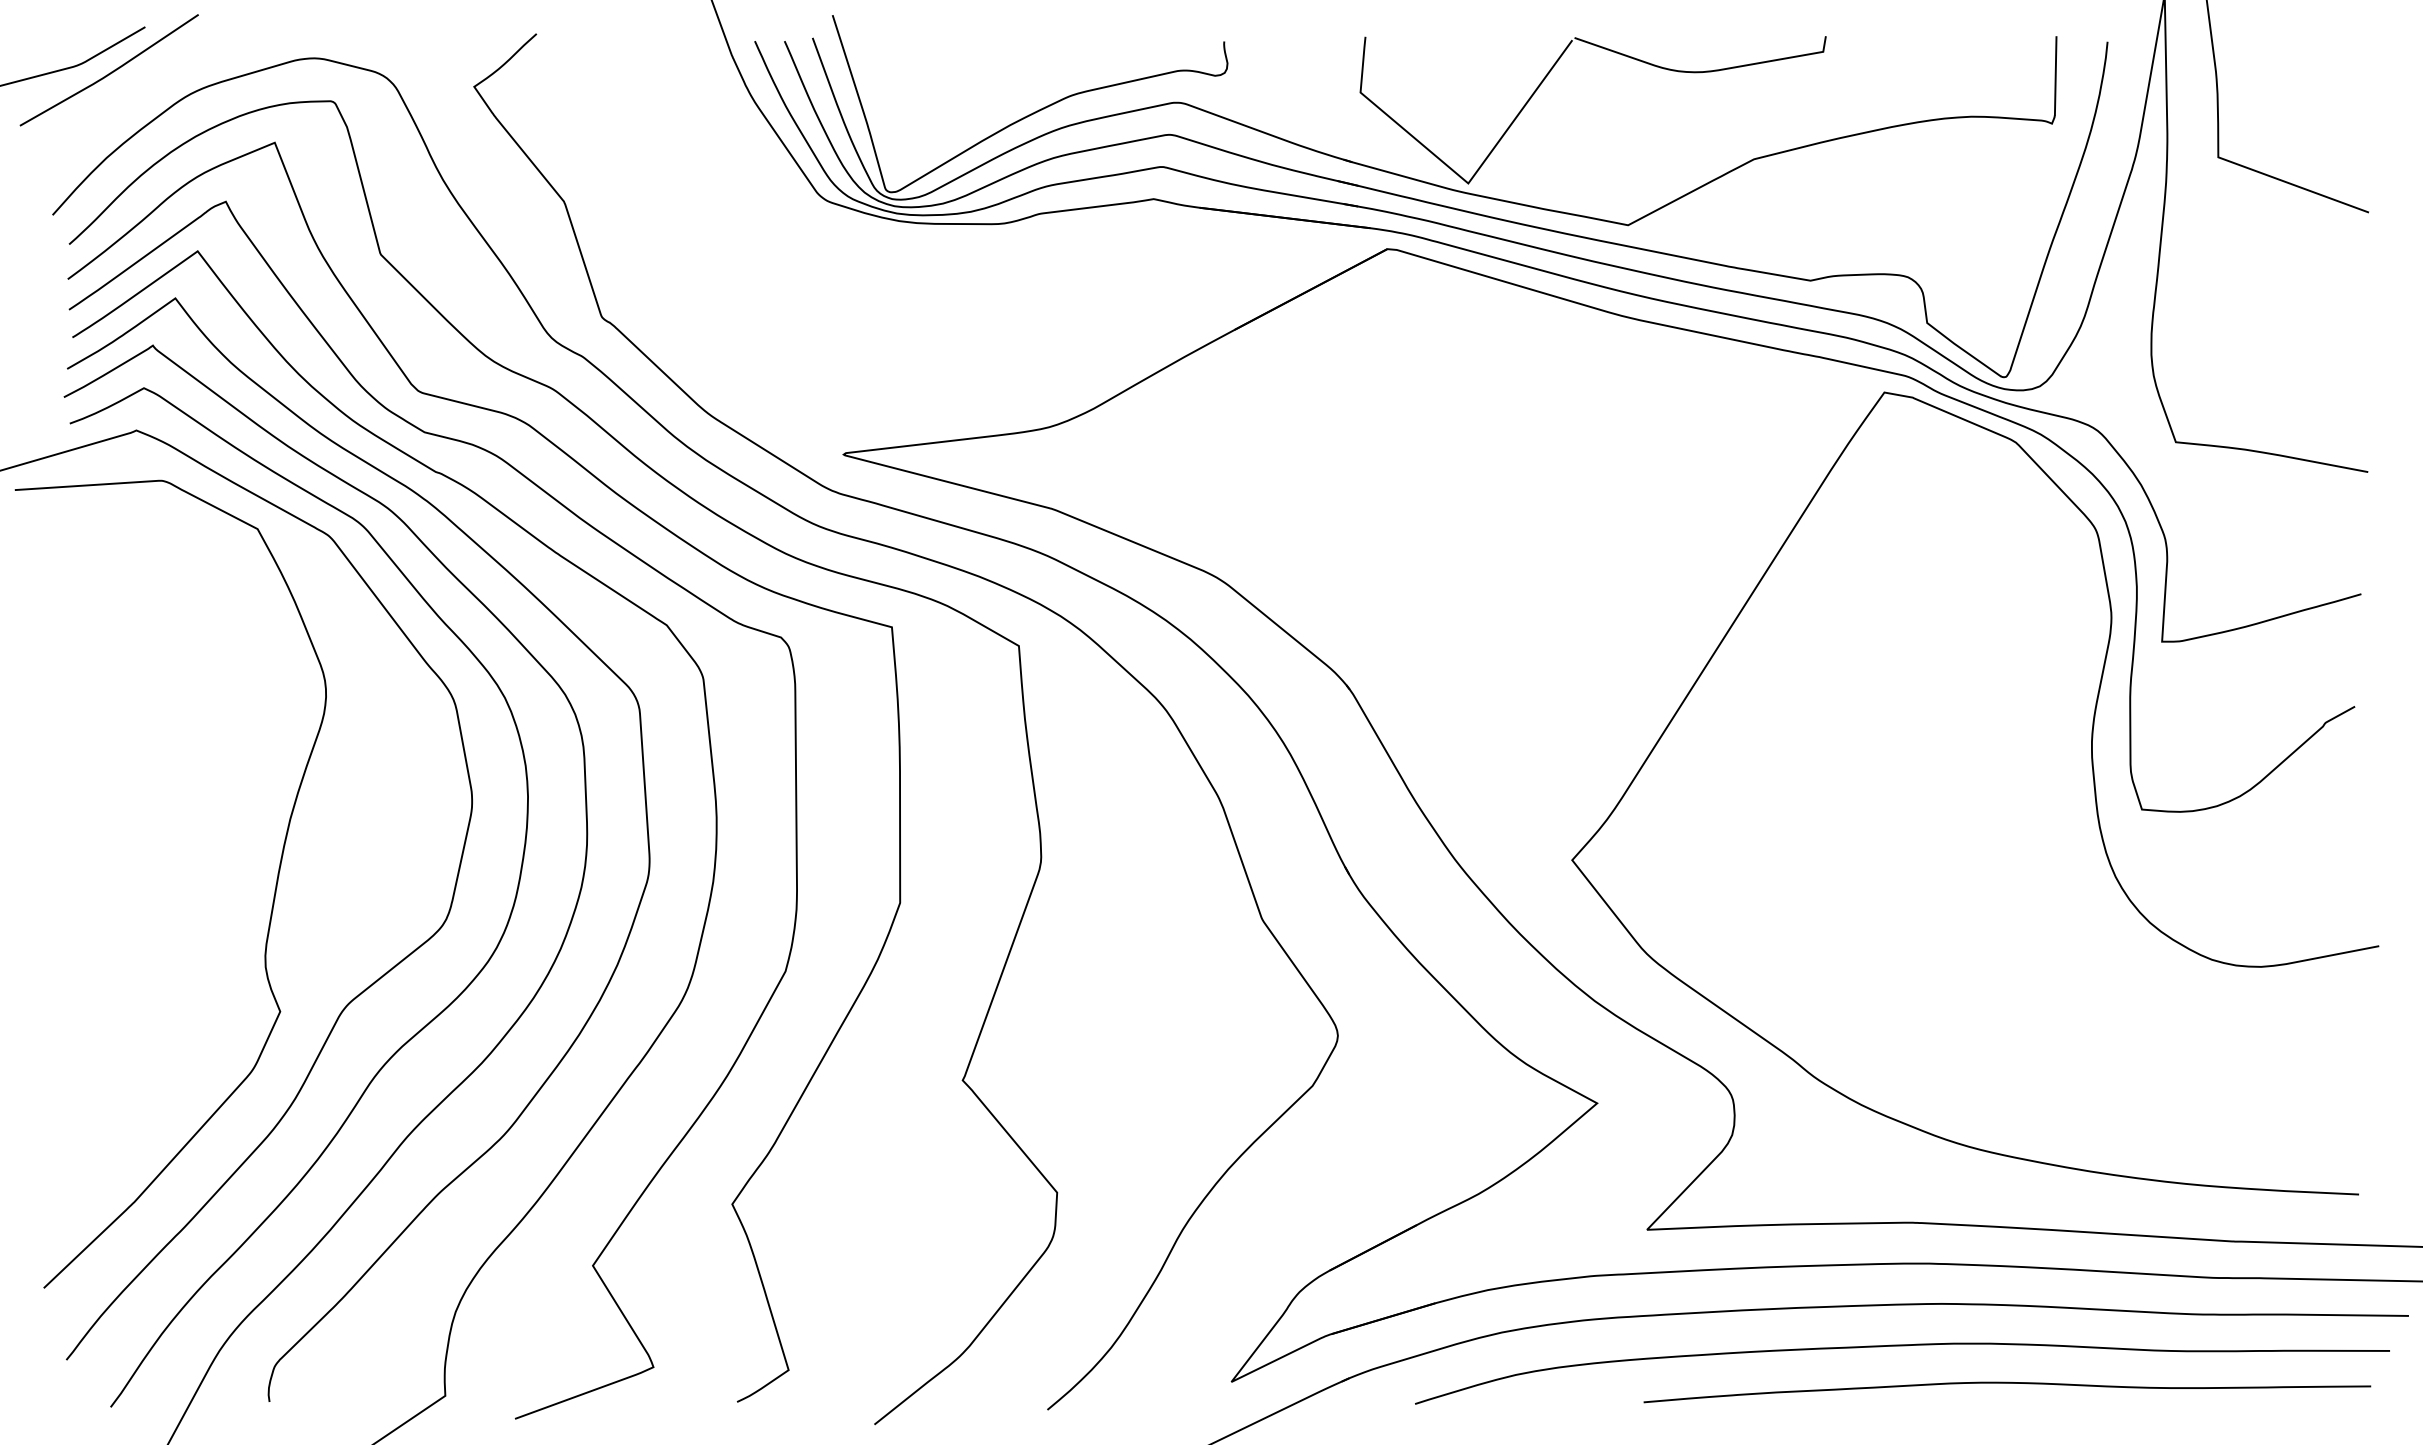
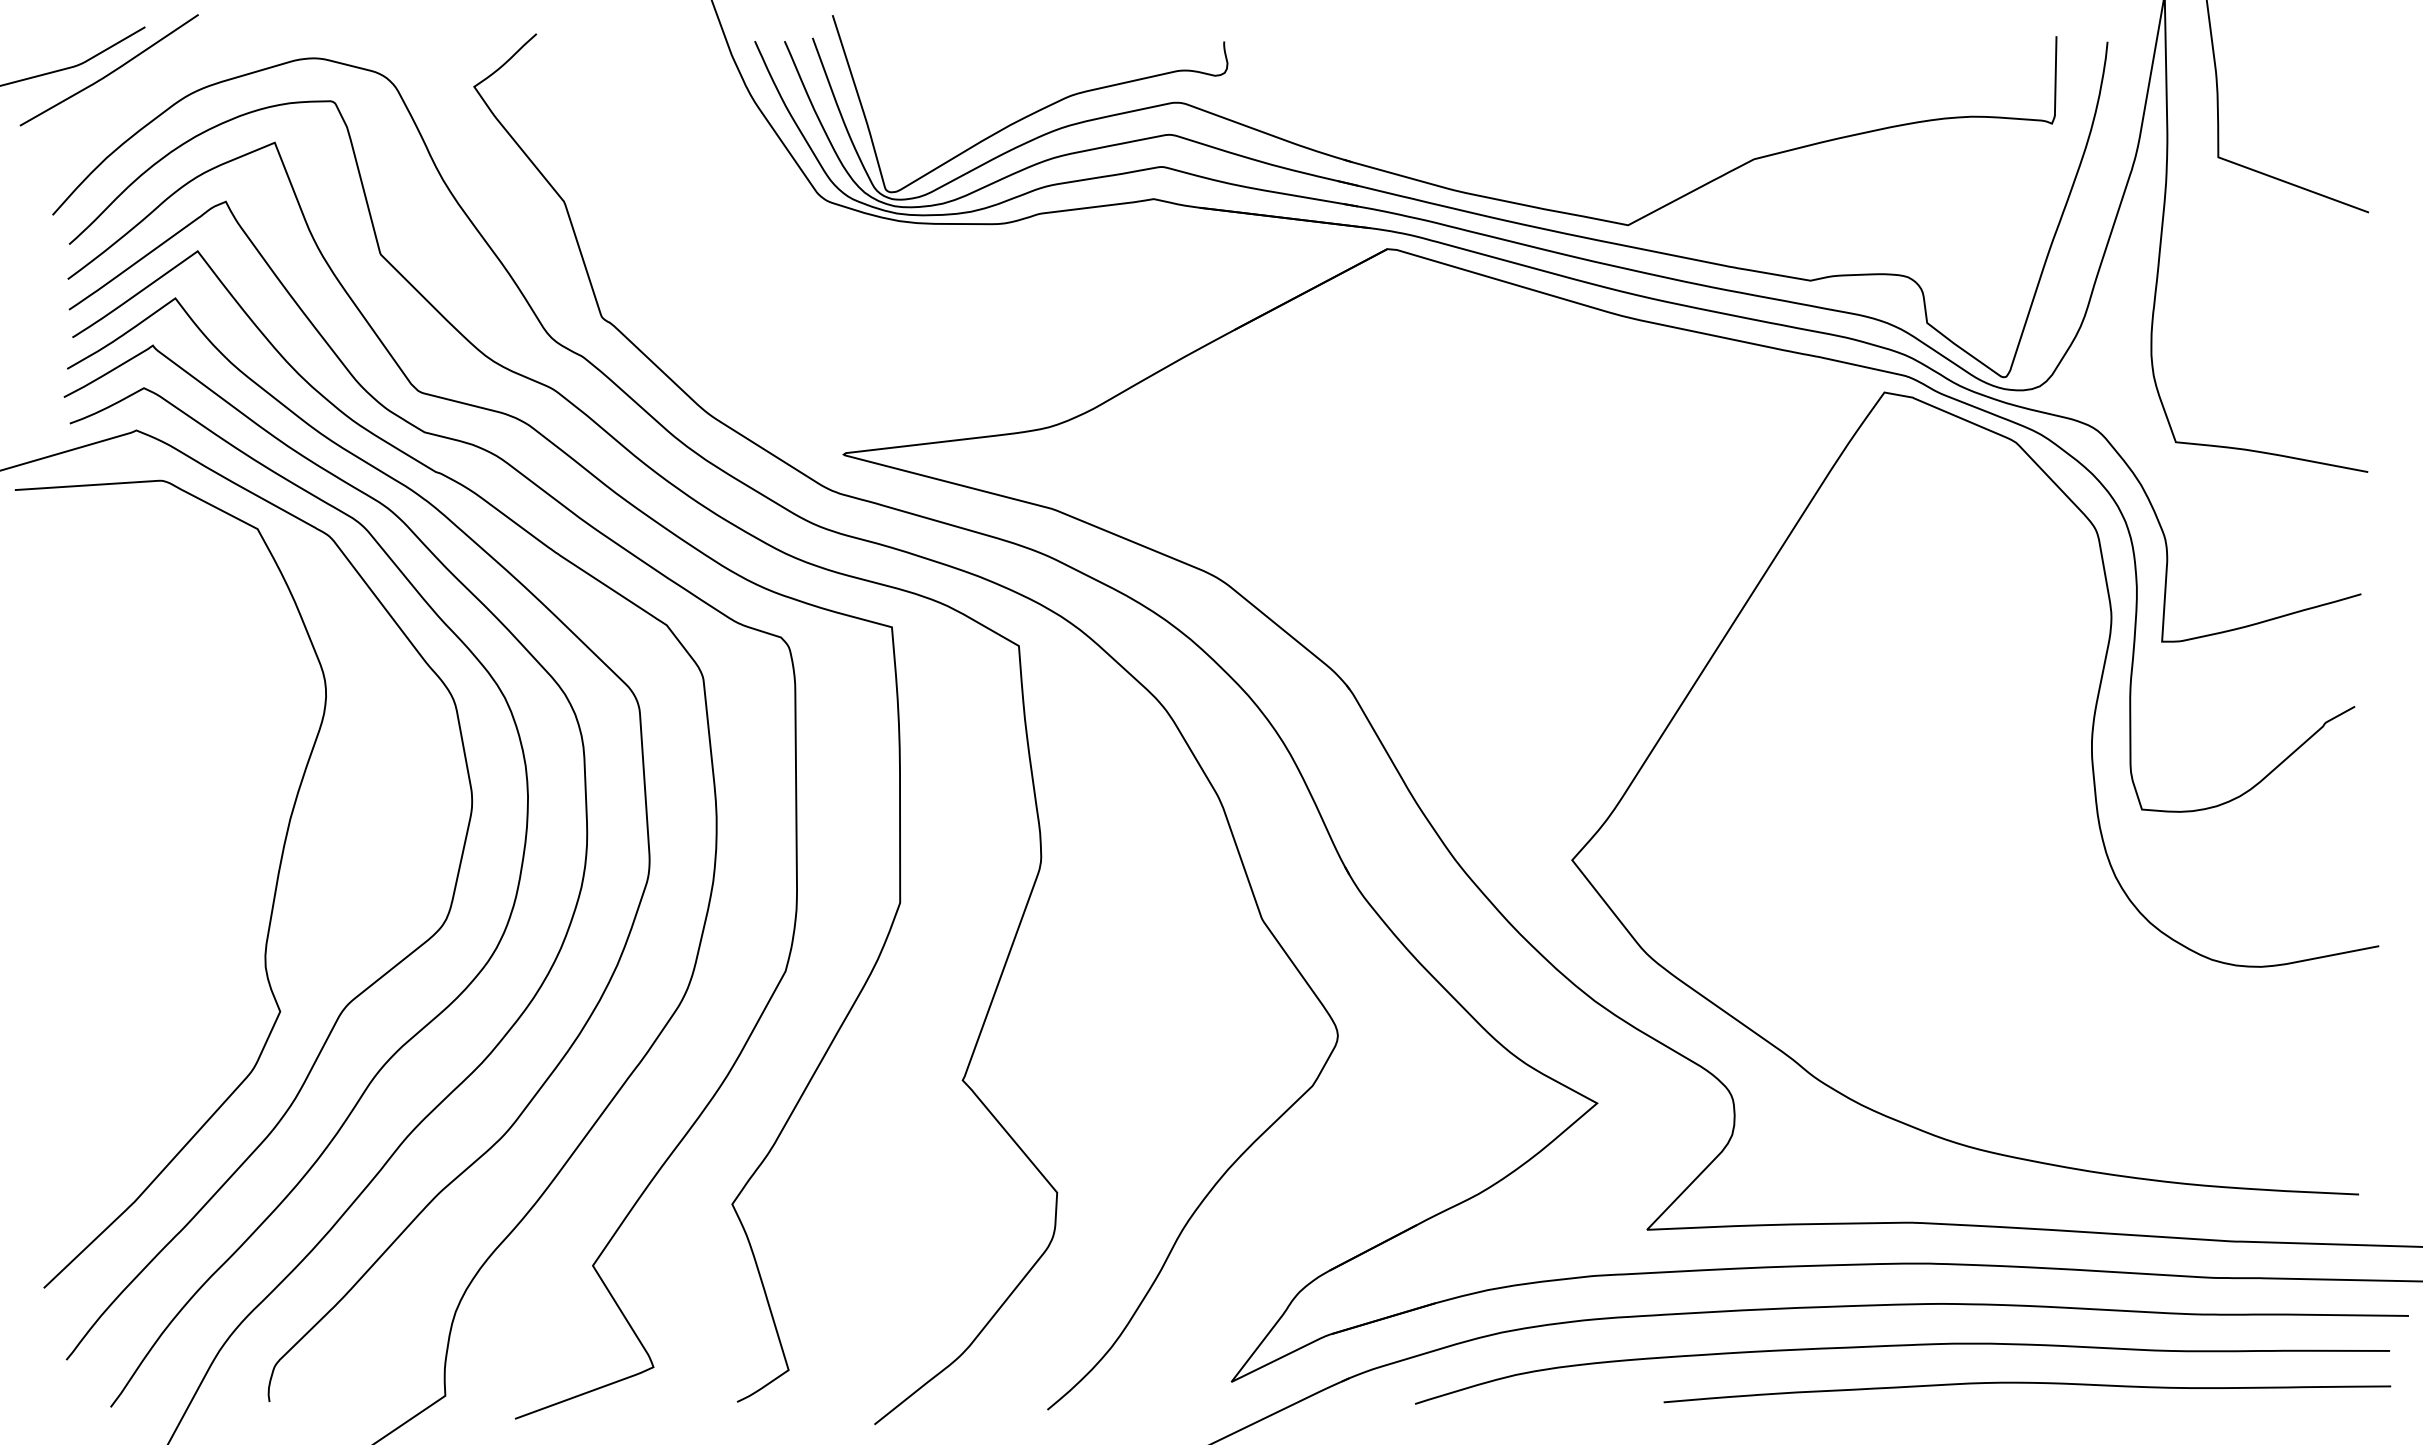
part at (1545, 79): present -> none
curve at (2007, 1383) position: (2007, 1383) -> (2027, 1383)
